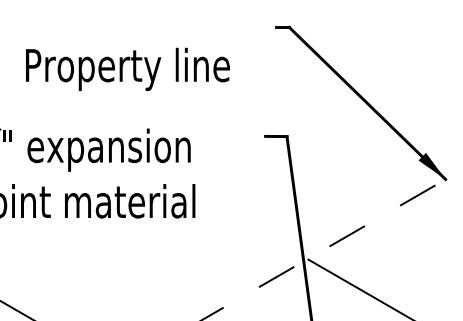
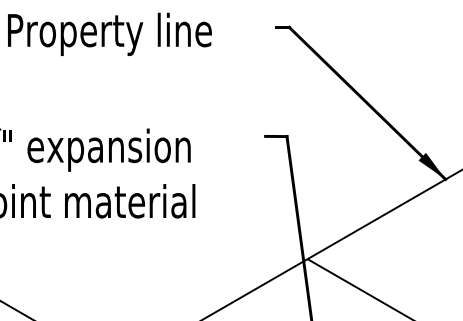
text at (127, 68) position: (127, 68) -> (109, 33)
line at (332, 244): dashed -> solid
